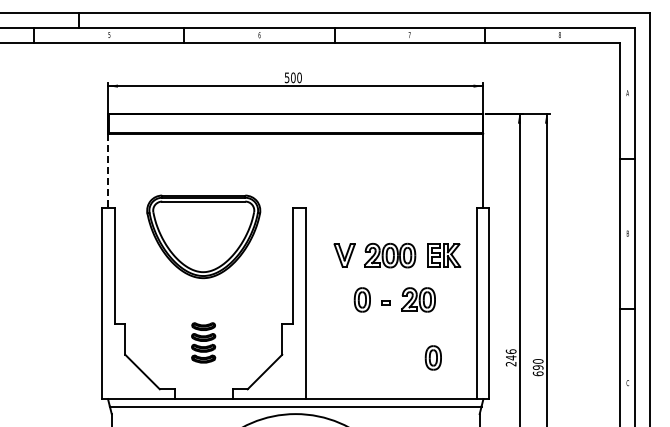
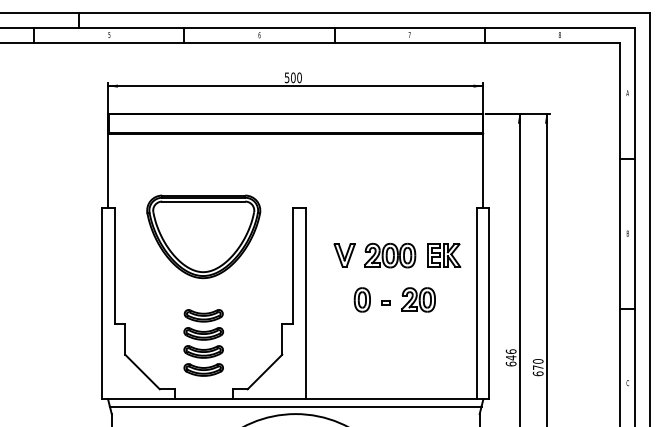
line at (108, 170): dashed -> solid
part at (203, 342) size: 26x42 px -> 41x68 px
part at (432, 357): present -> none
text at (510, 363): 246 -> 646
text at (537, 367): 690 -> 670
